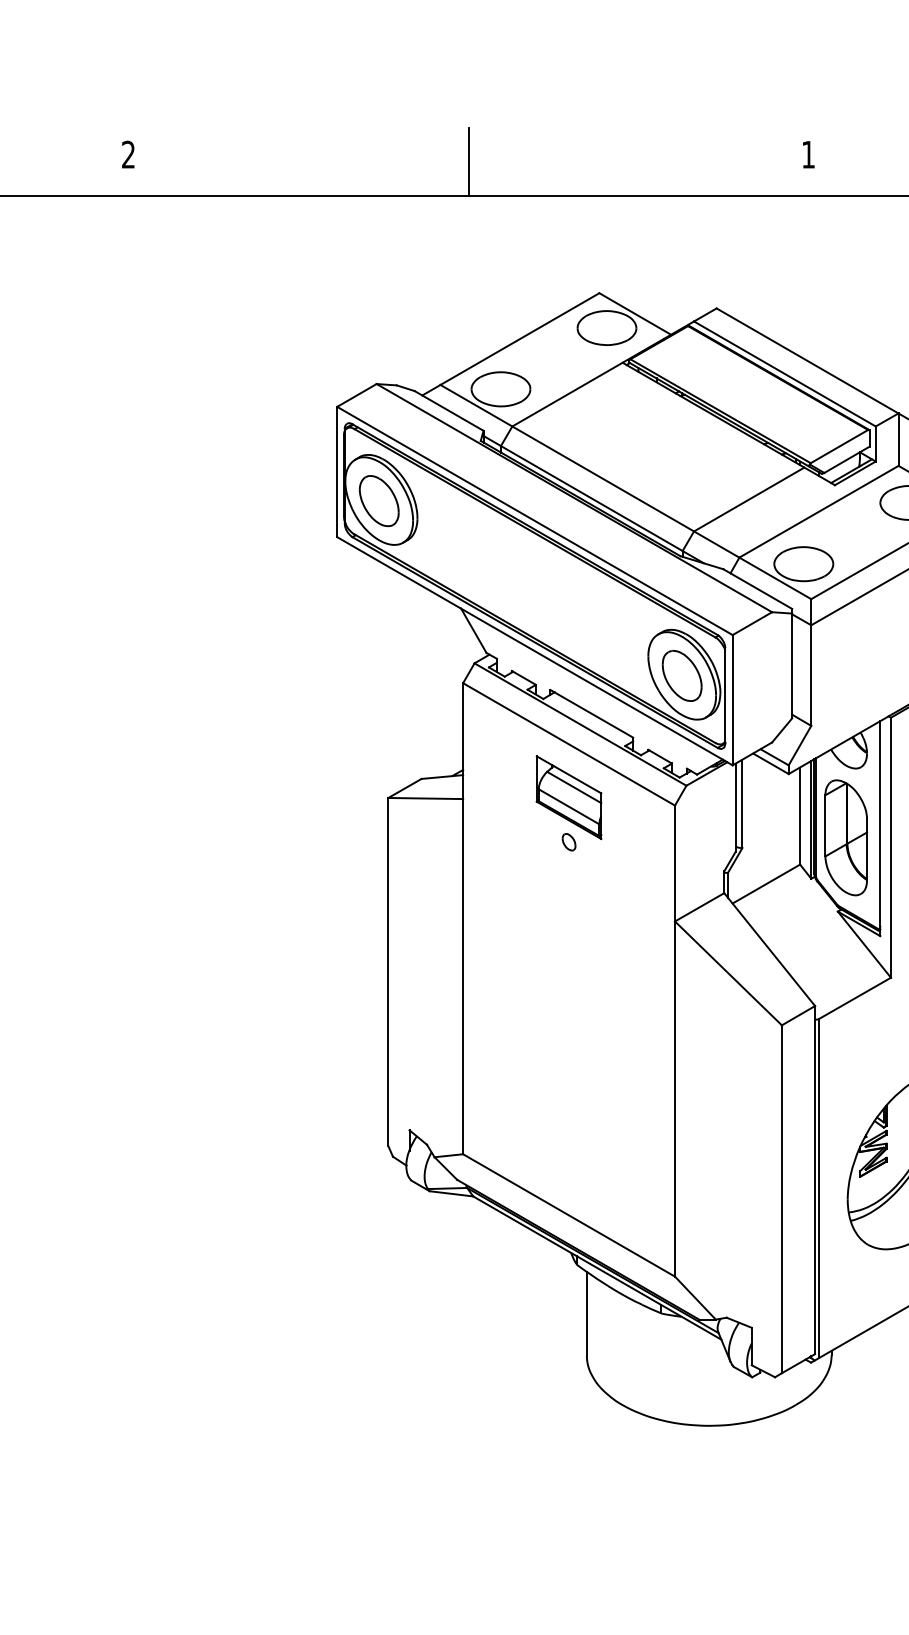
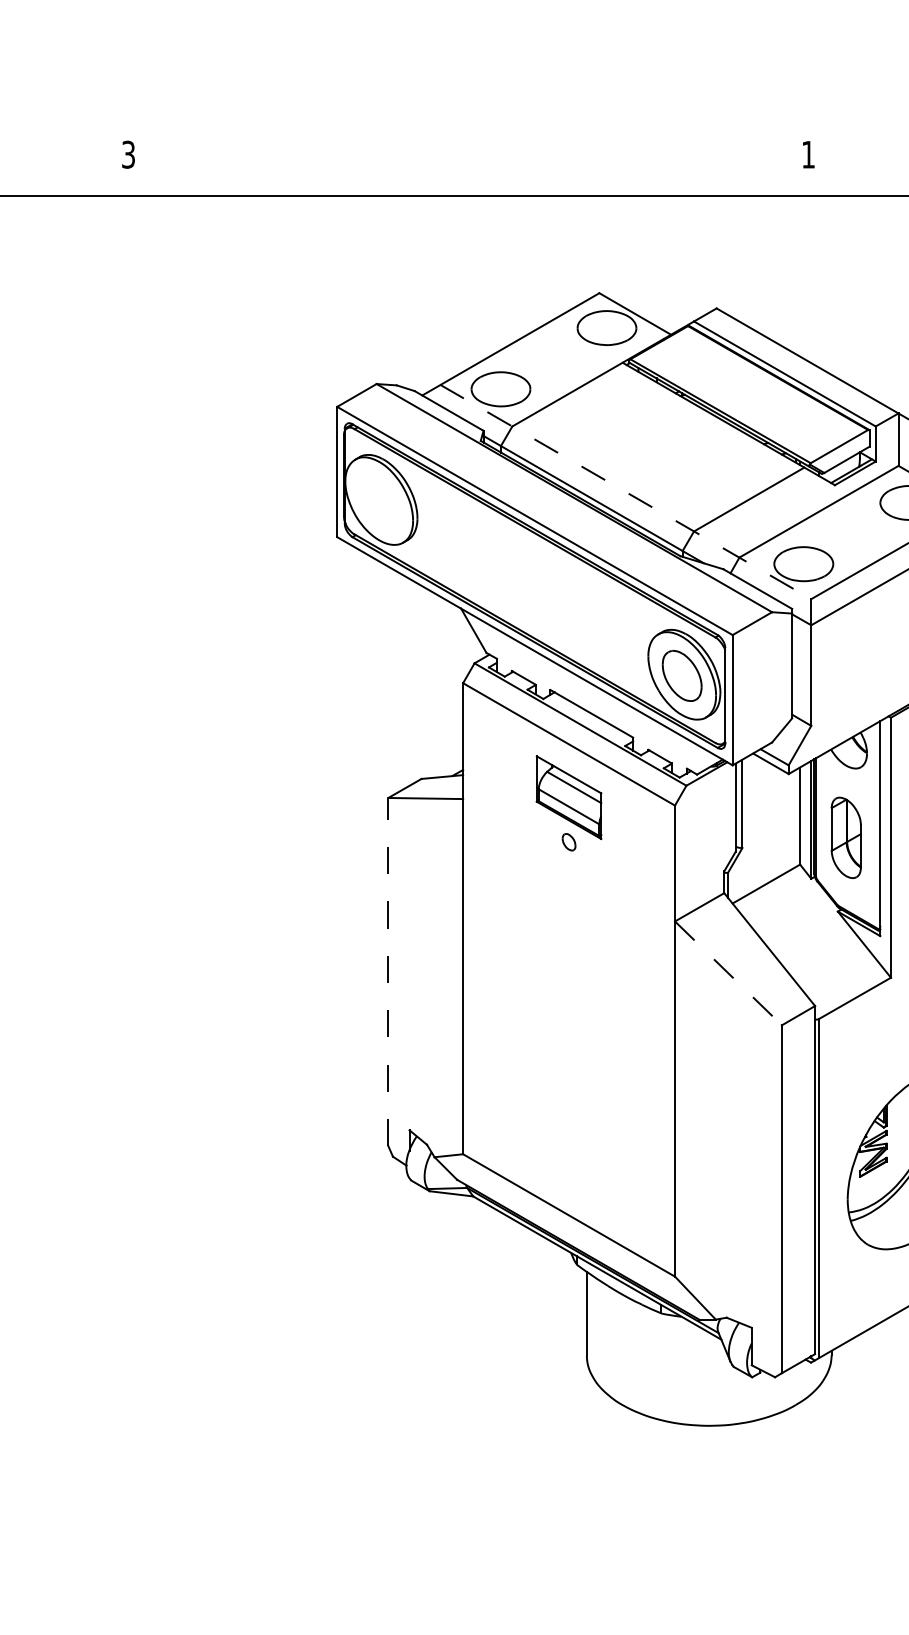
text at (128, 154): 2 -> 3
line at (468, 161): present -> none
line at (626, 492): solid -> dashed
part at (378, 501): present -> none
part at (846, 837) size: 45x118 px -> 32x83 px
line at (388, 971): solid -> dashed
line at (728, 973): solid -> dashed
